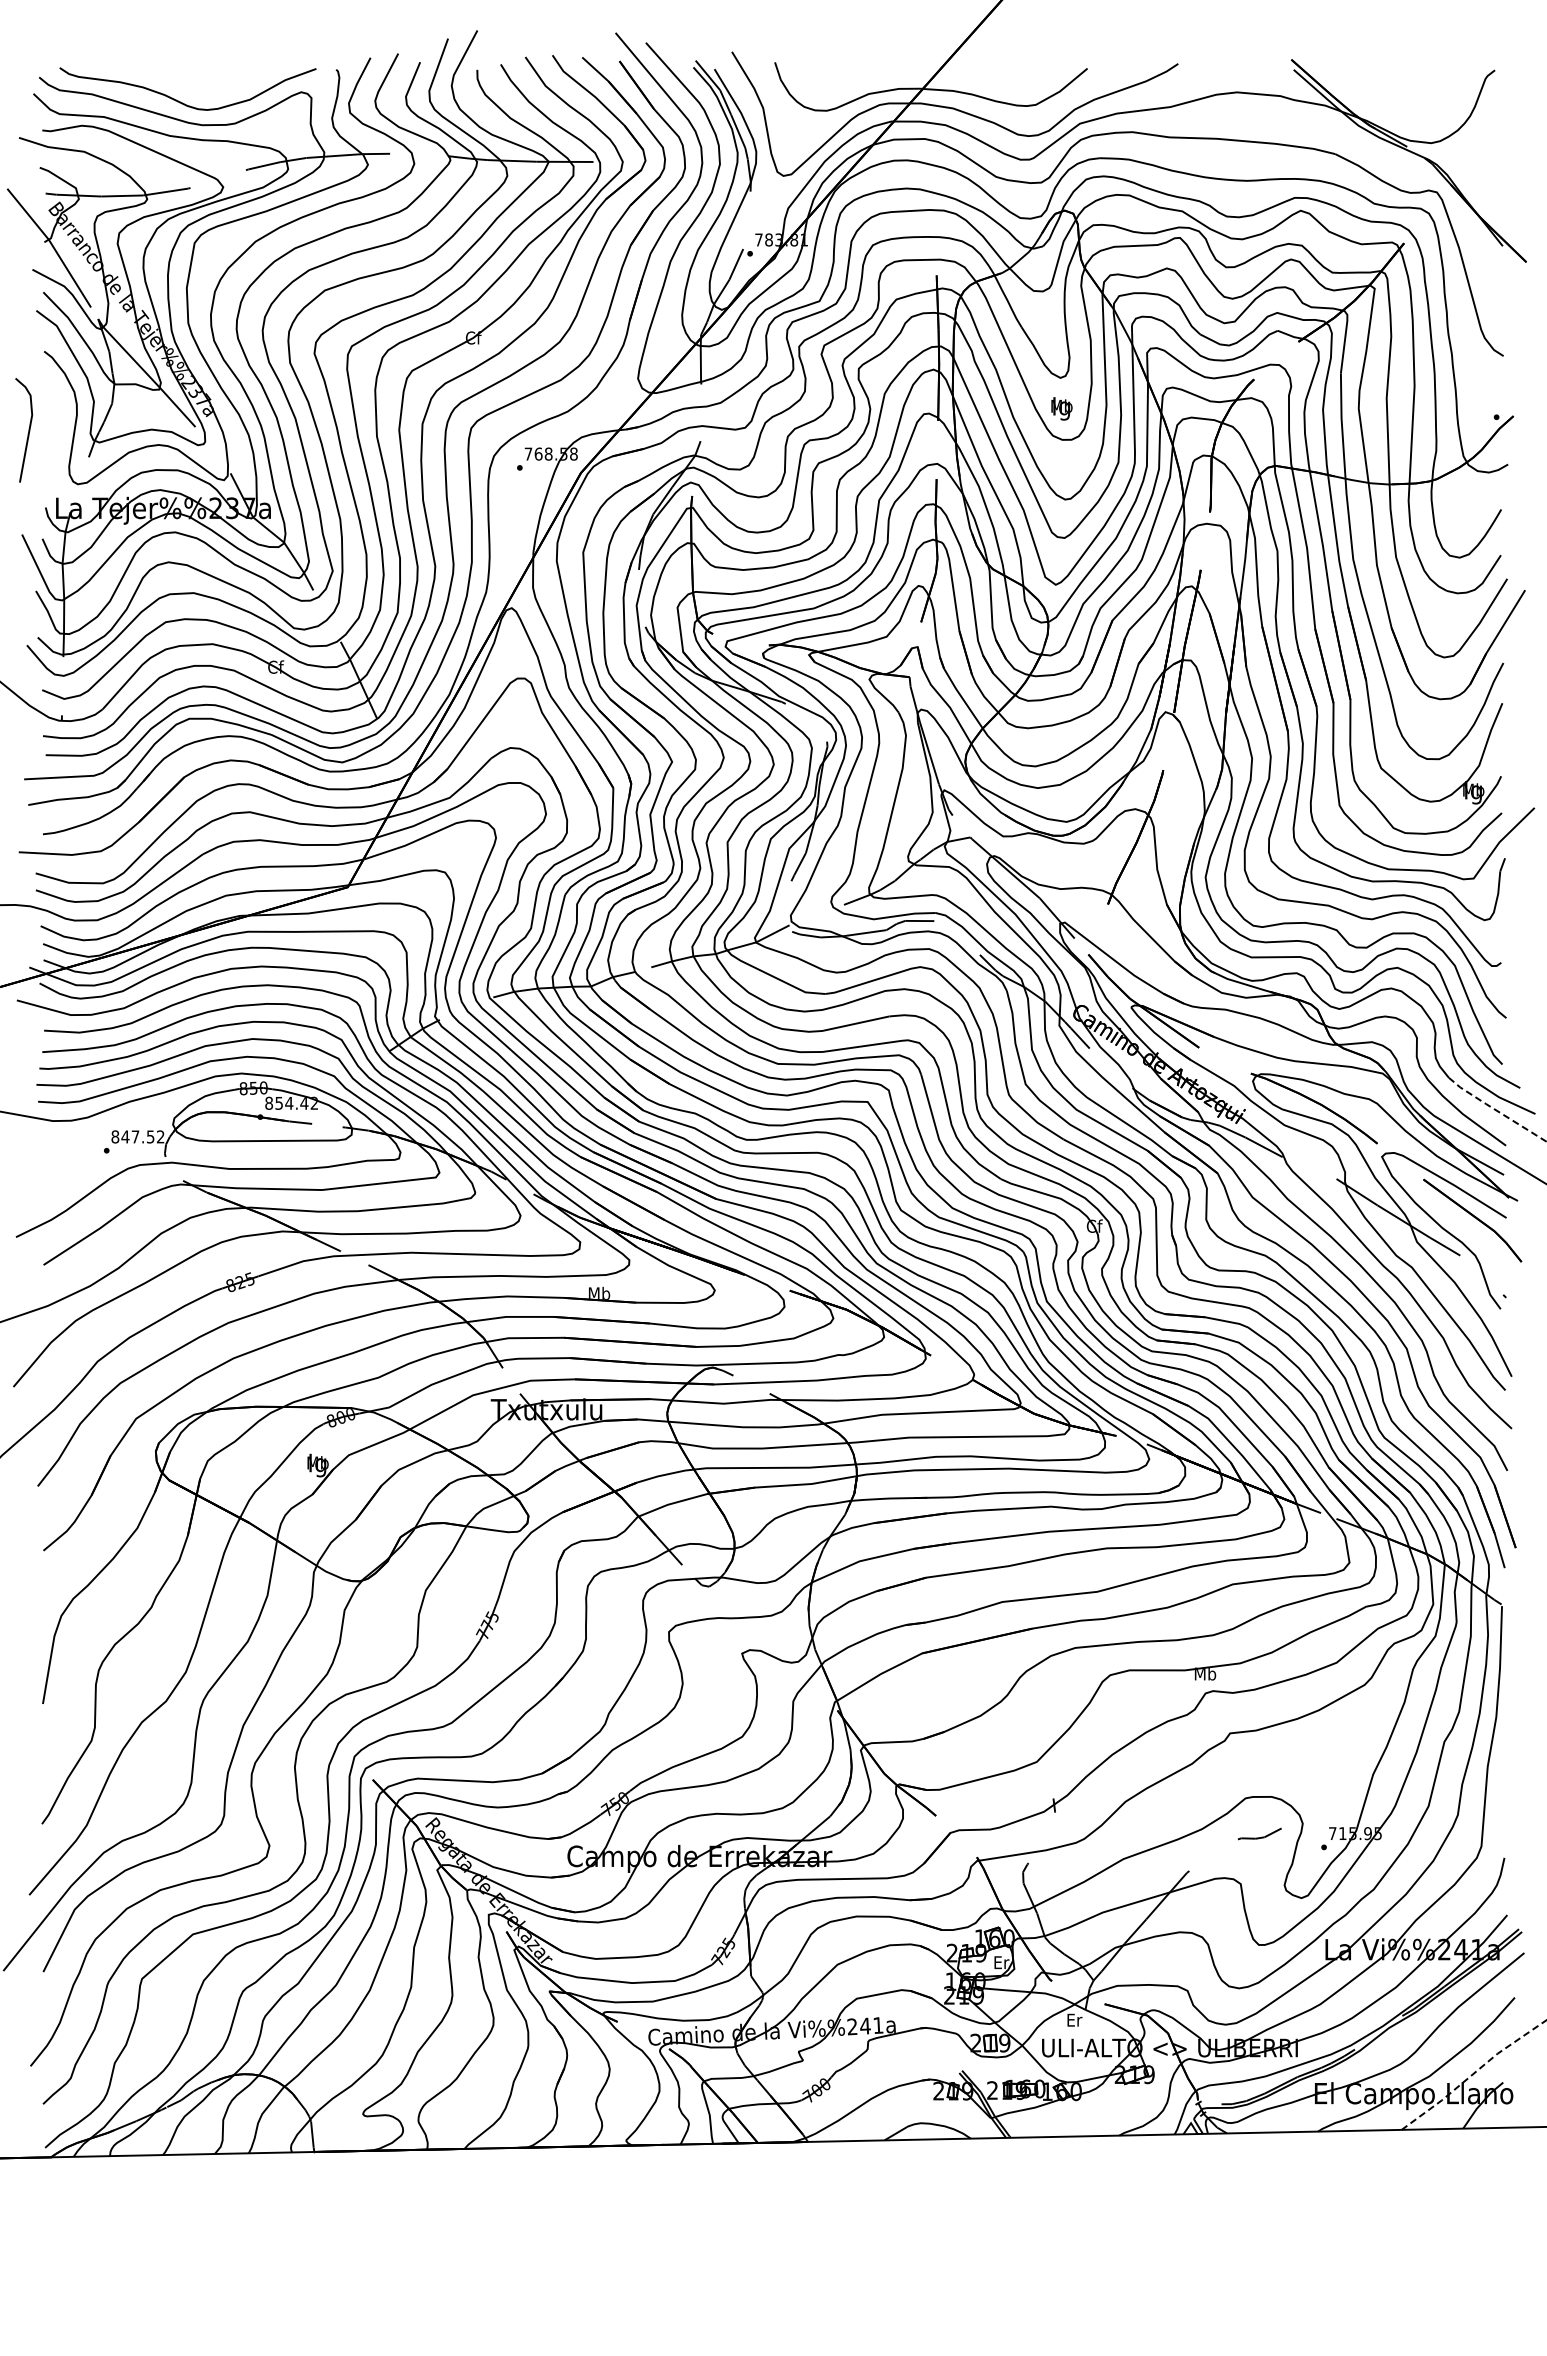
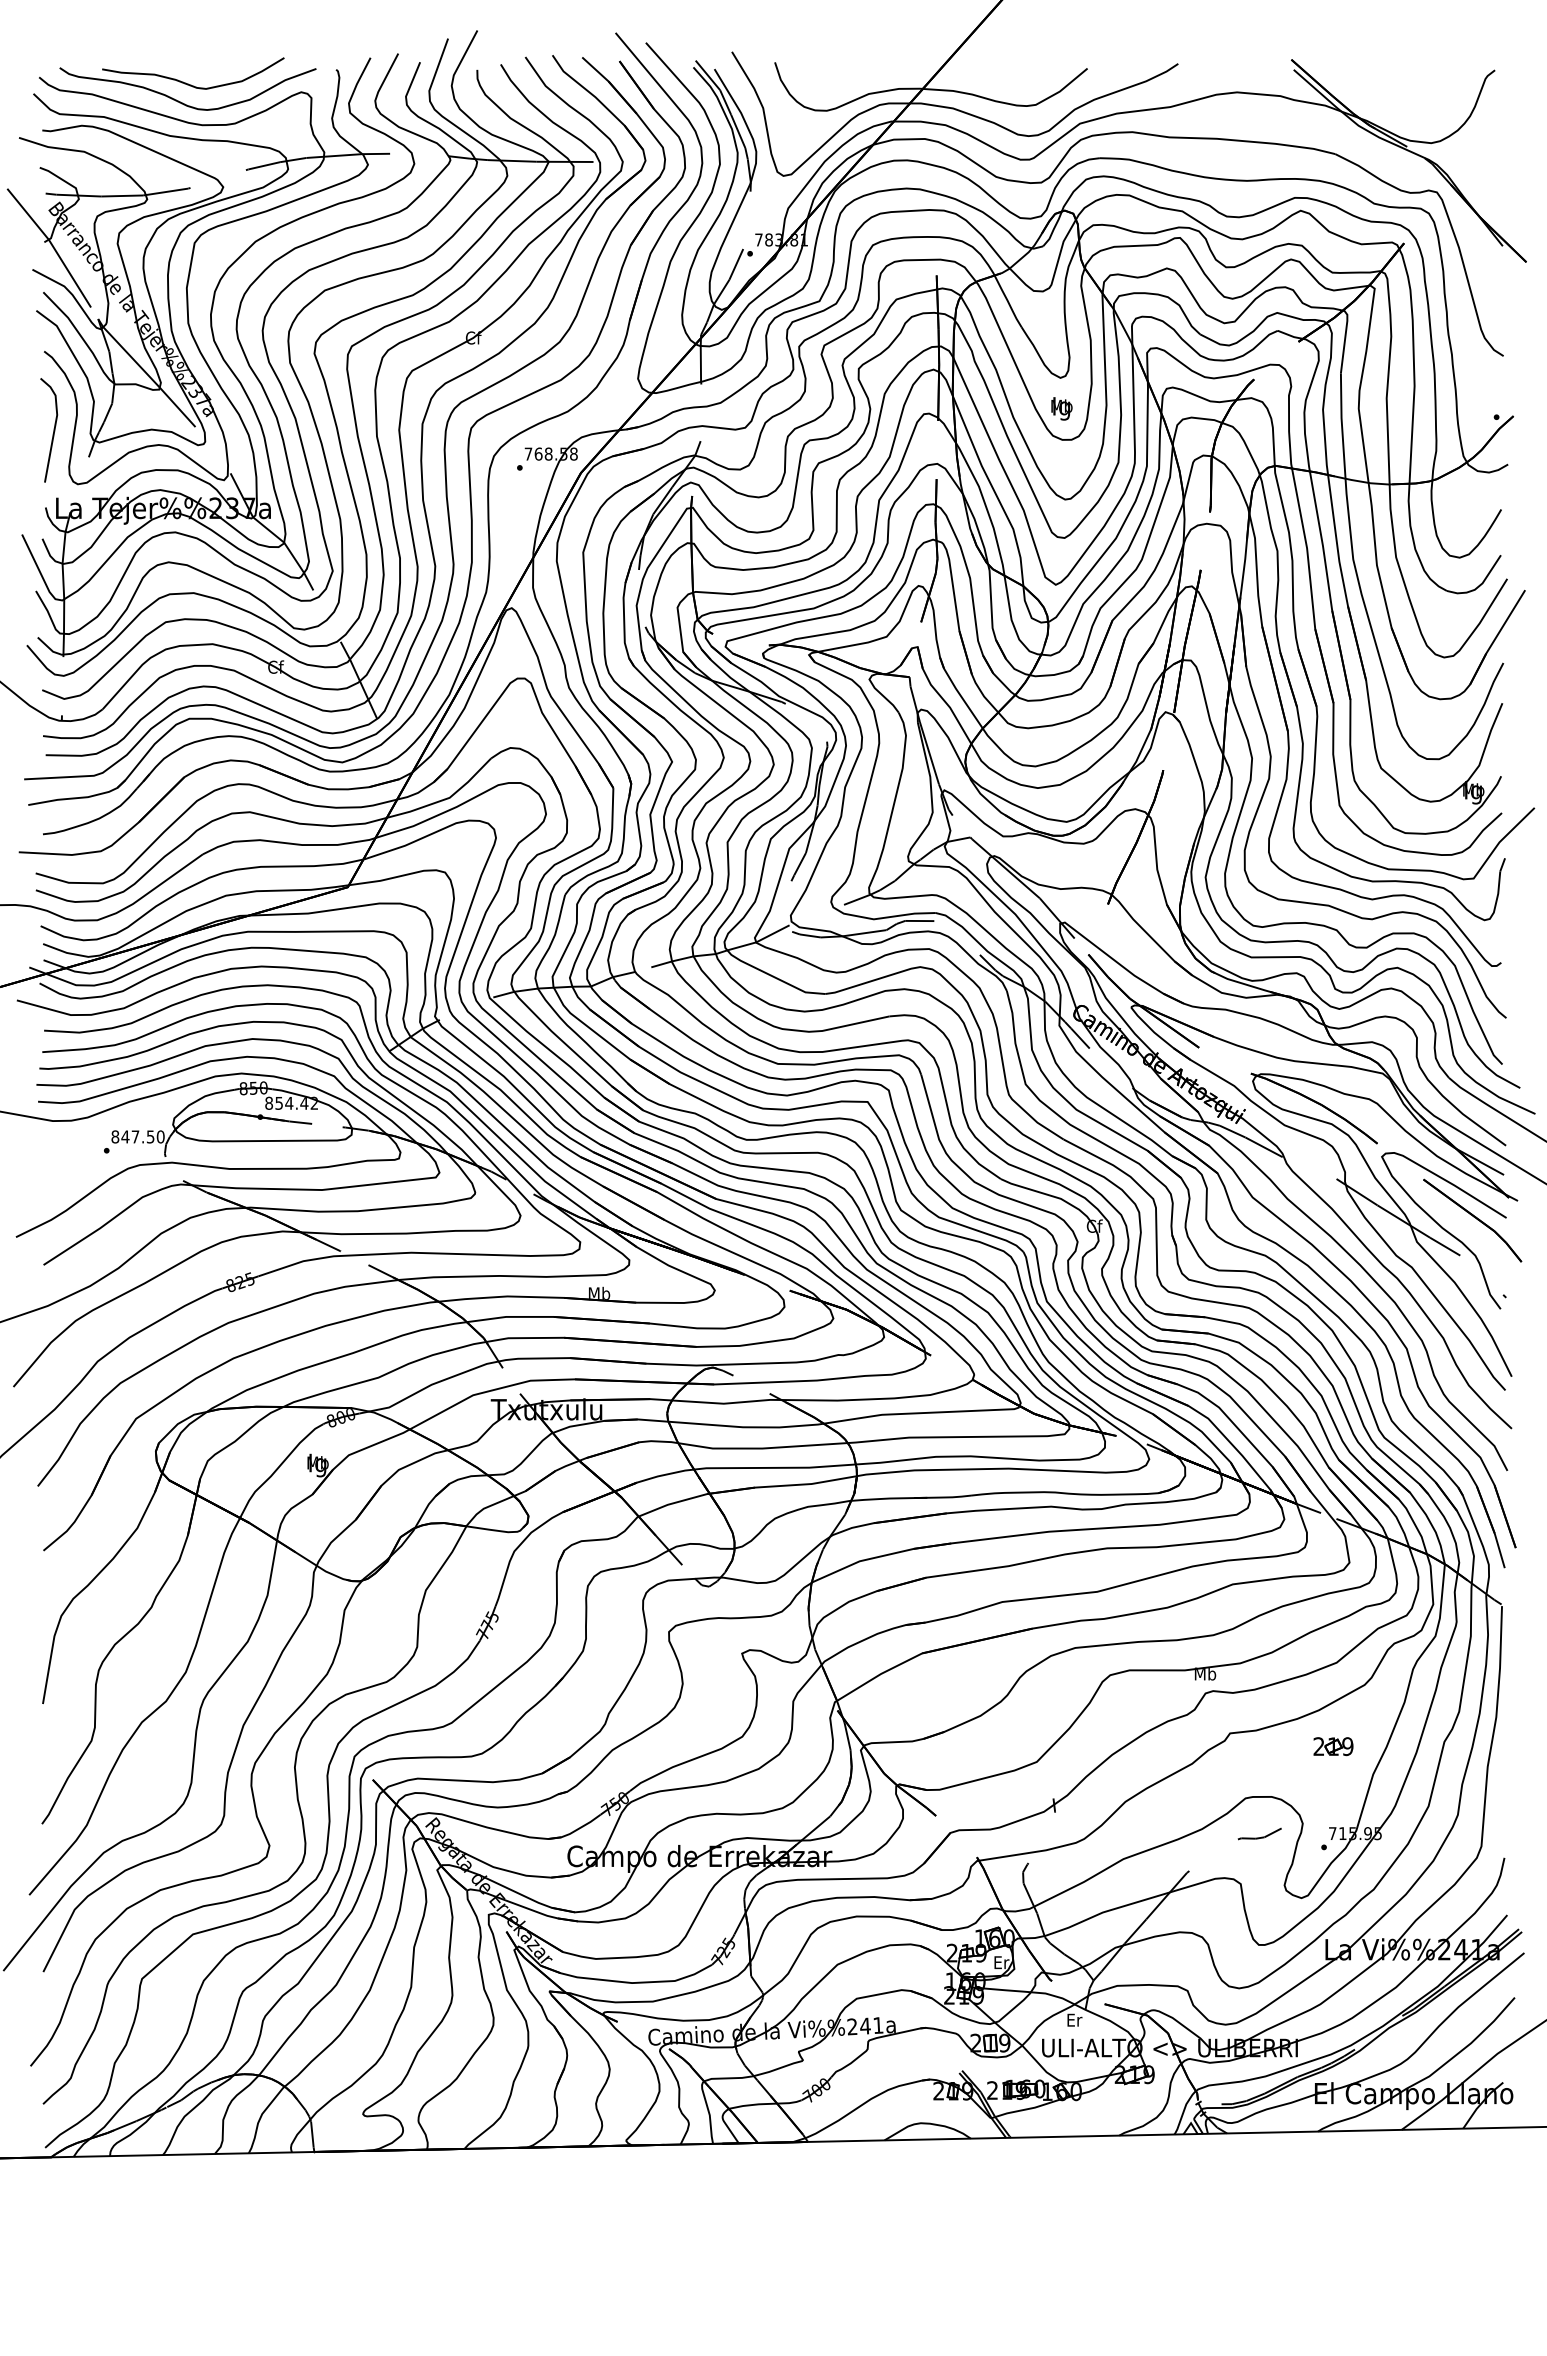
curve at (188, 83): none -> present
line at (28, 430) position: (28, 430) -> (53, 430)
line at (1496, 1110): dashed -> solid
text at (160, 1136): 847.52 -> 847.50
part at (1333, 1746): none -> present
line at (1473, 2073): dashed -> solid
